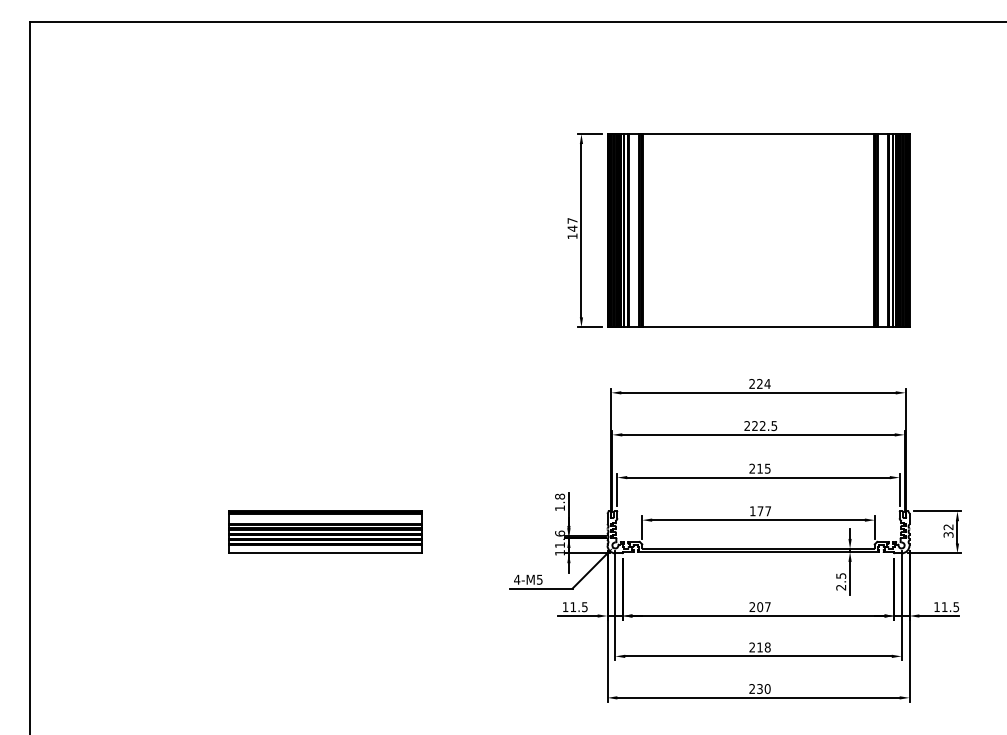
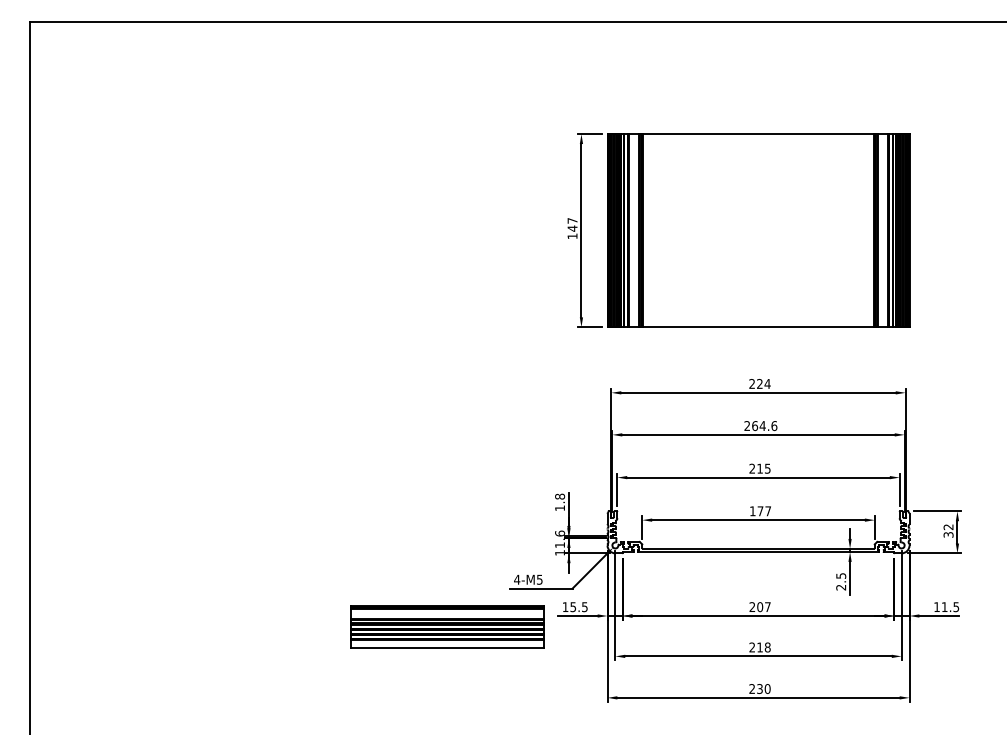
text at (764, 426): 222.5 -> 264.6
part at (325, 531) position: (325, 531) -> (447, 626)
text at (573, 607): 11.5 -> 15.5
